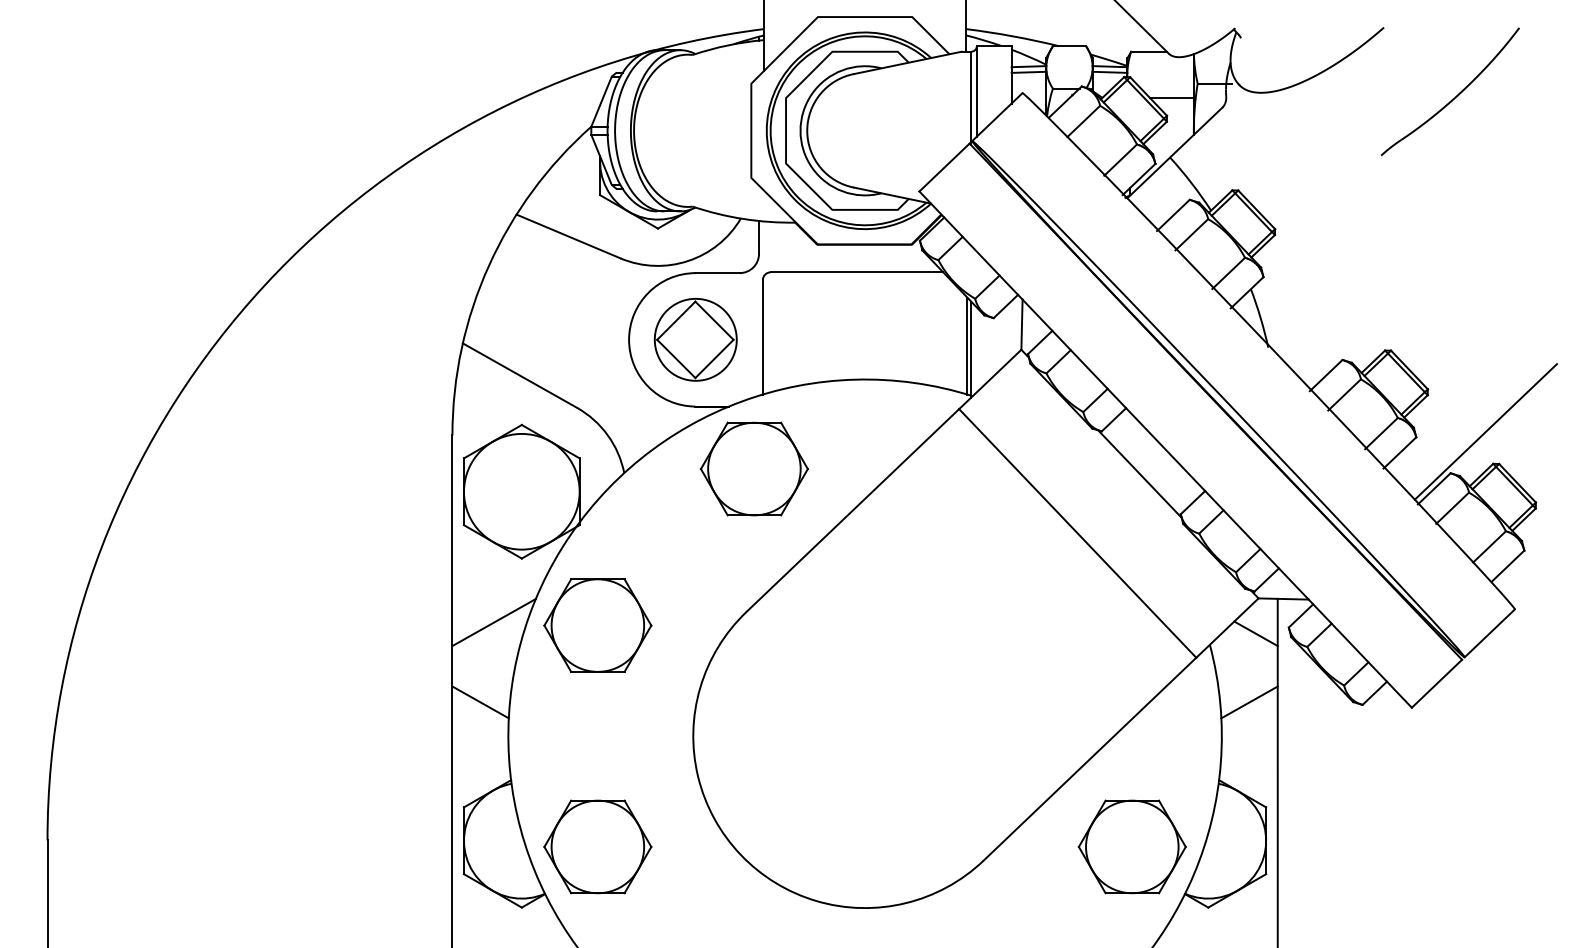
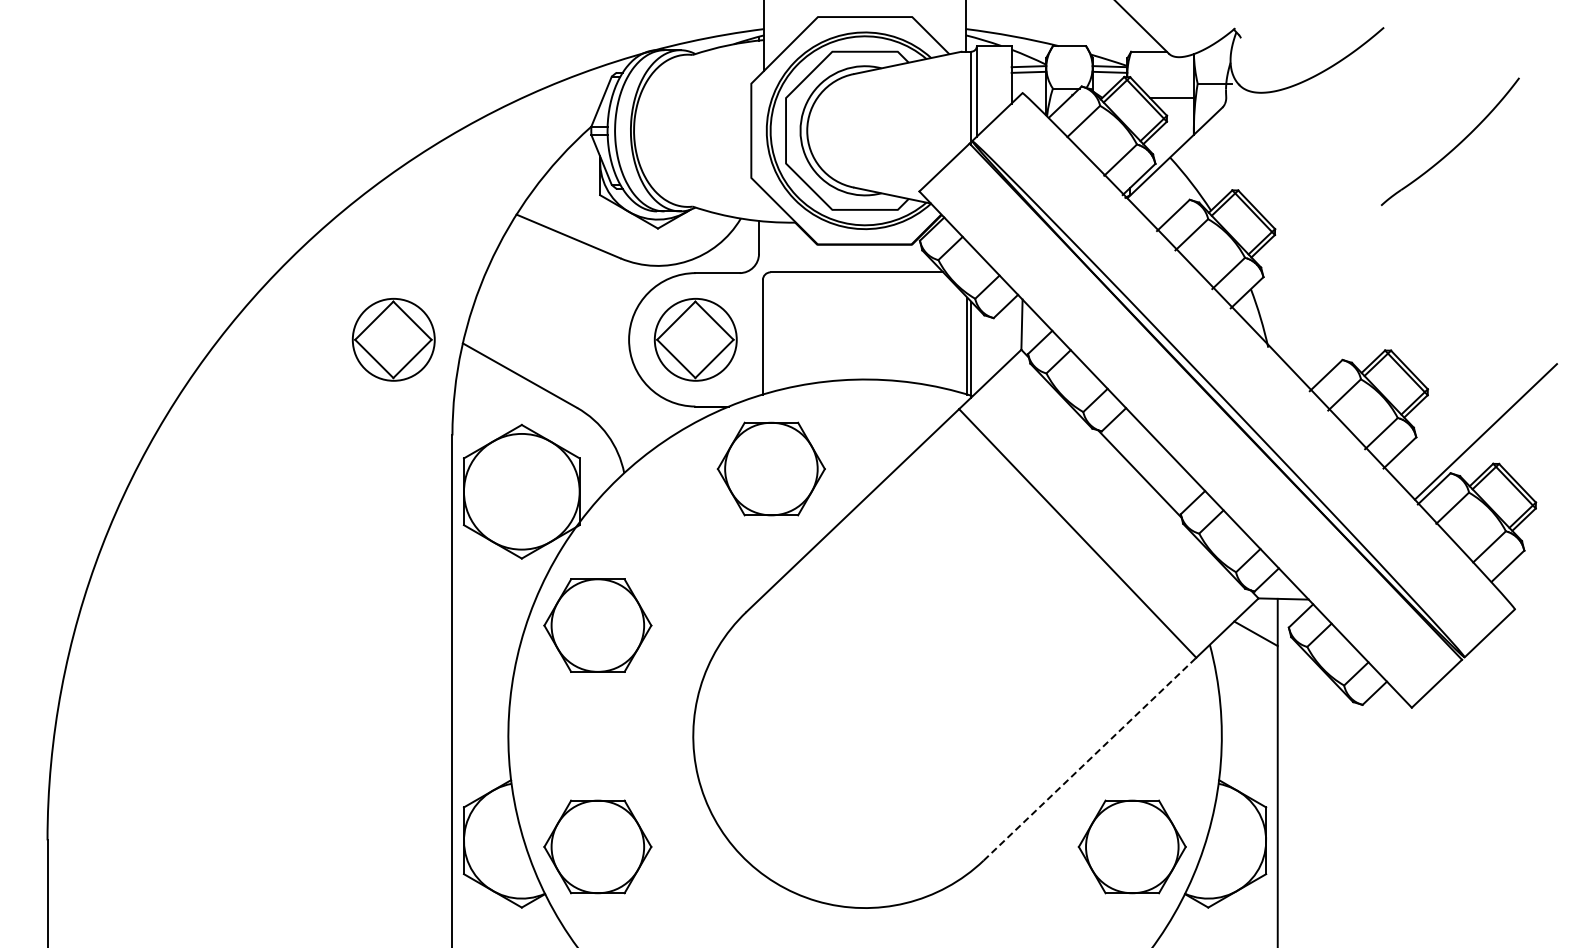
part at (1455, 96) position: (1455, 96) -> (1455, 146)
part at (393, 339): none -> present
part at (753, 468) position: (753, 468) -> (770, 468)
line at (493, 622): present -> none
line at (480, 702): present -> none
line at (1249, 702): present -> none
line at (1090, 759): solid -> dashed
